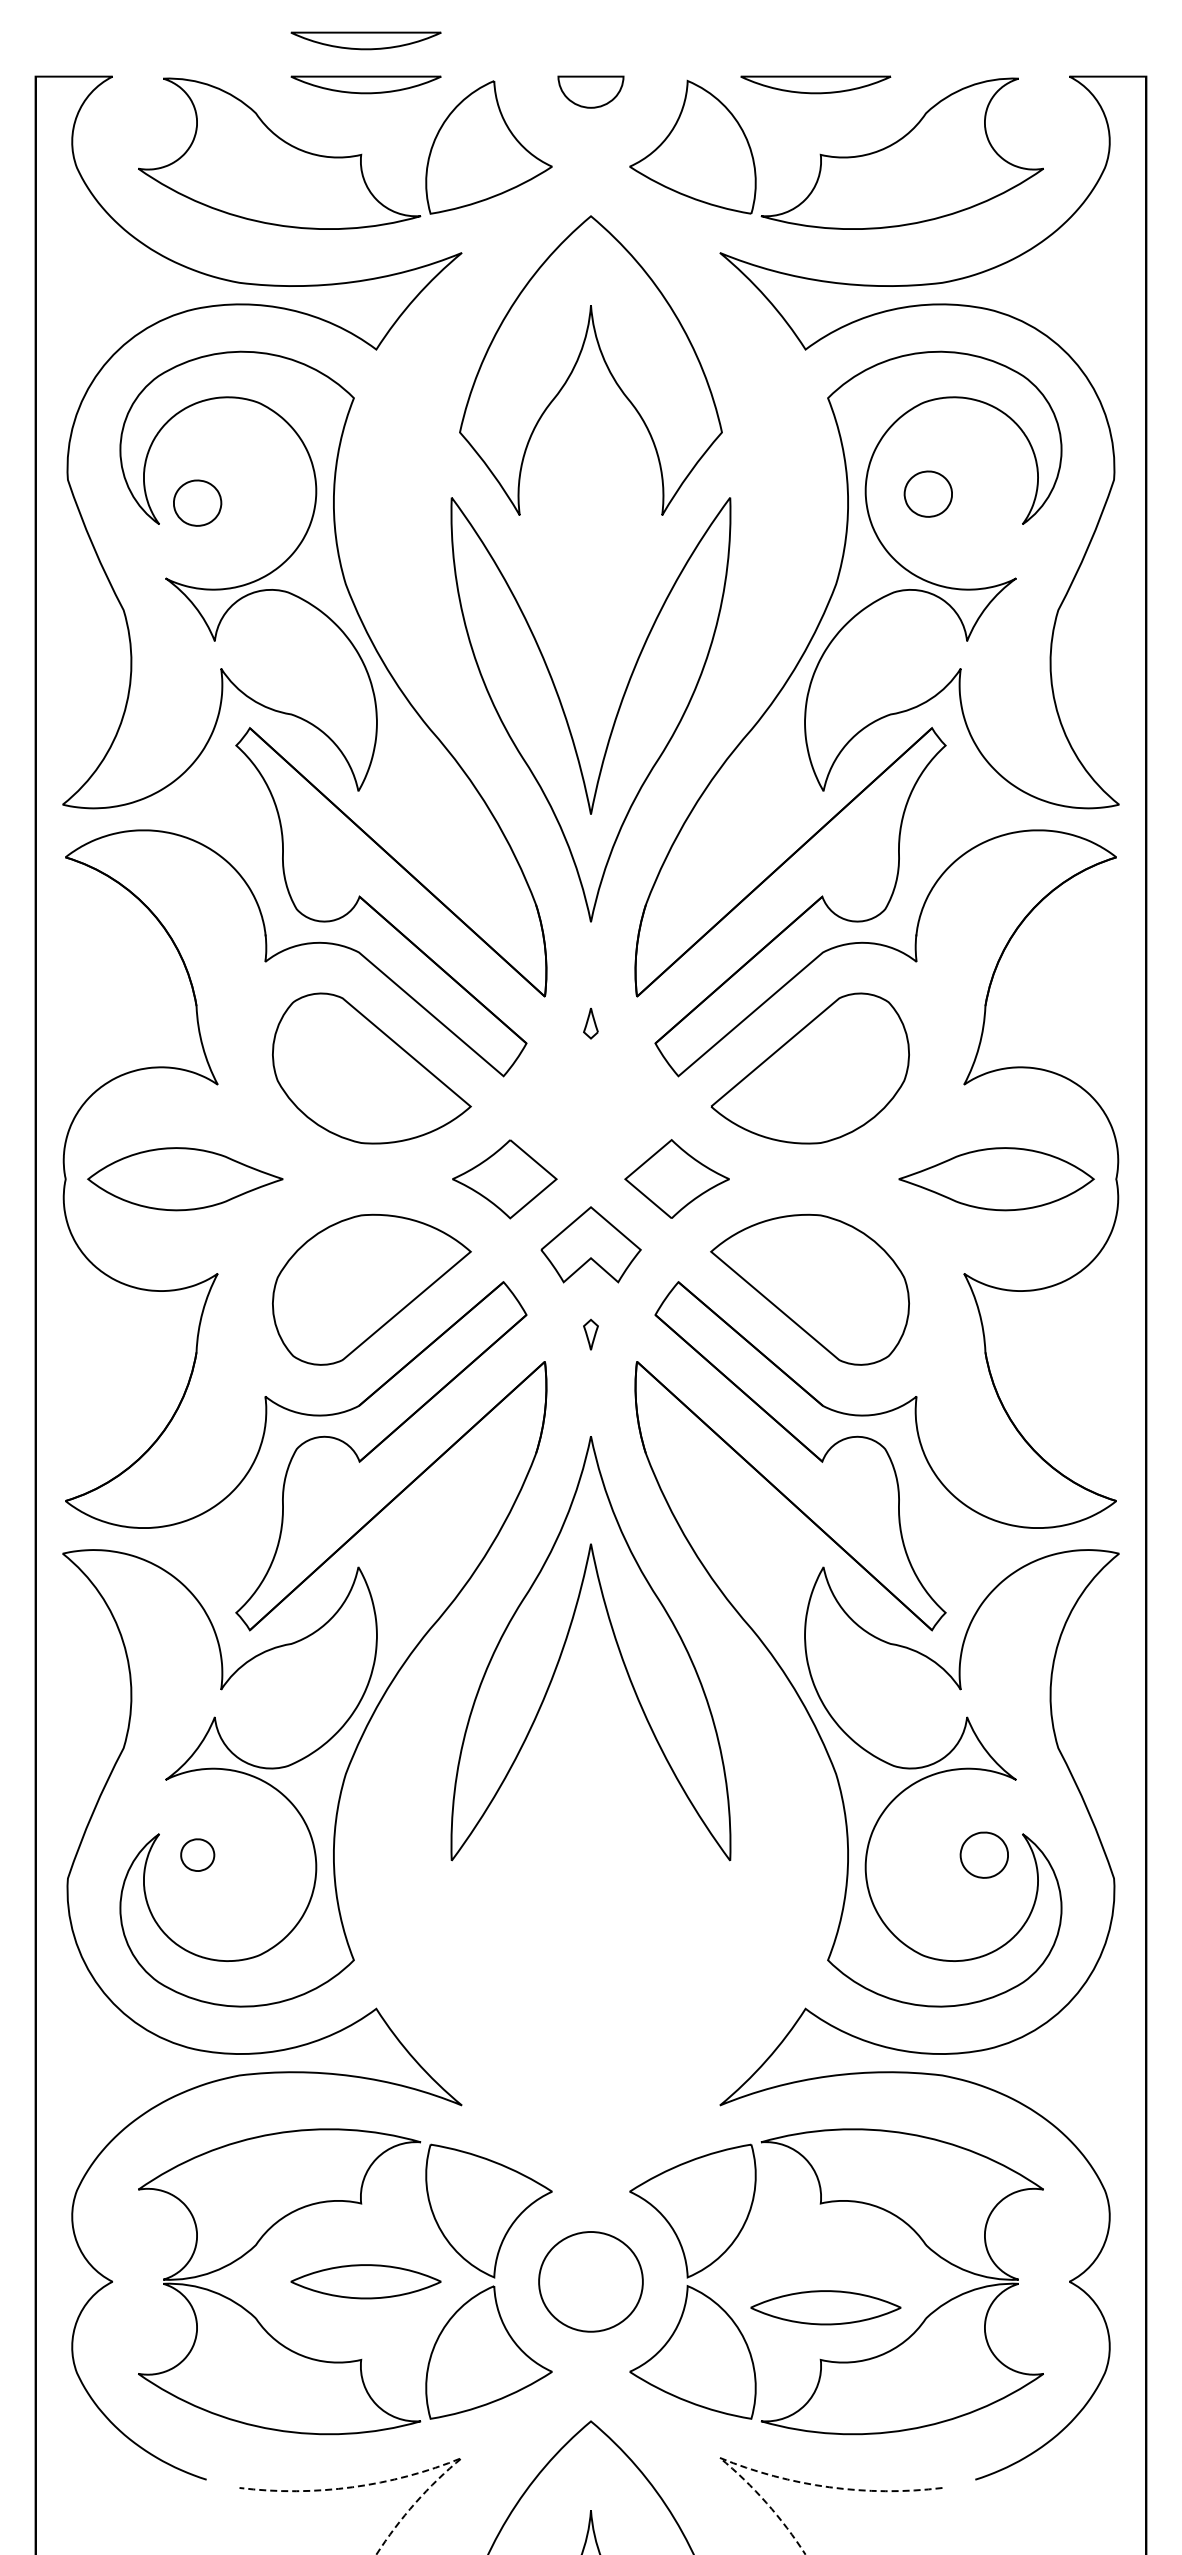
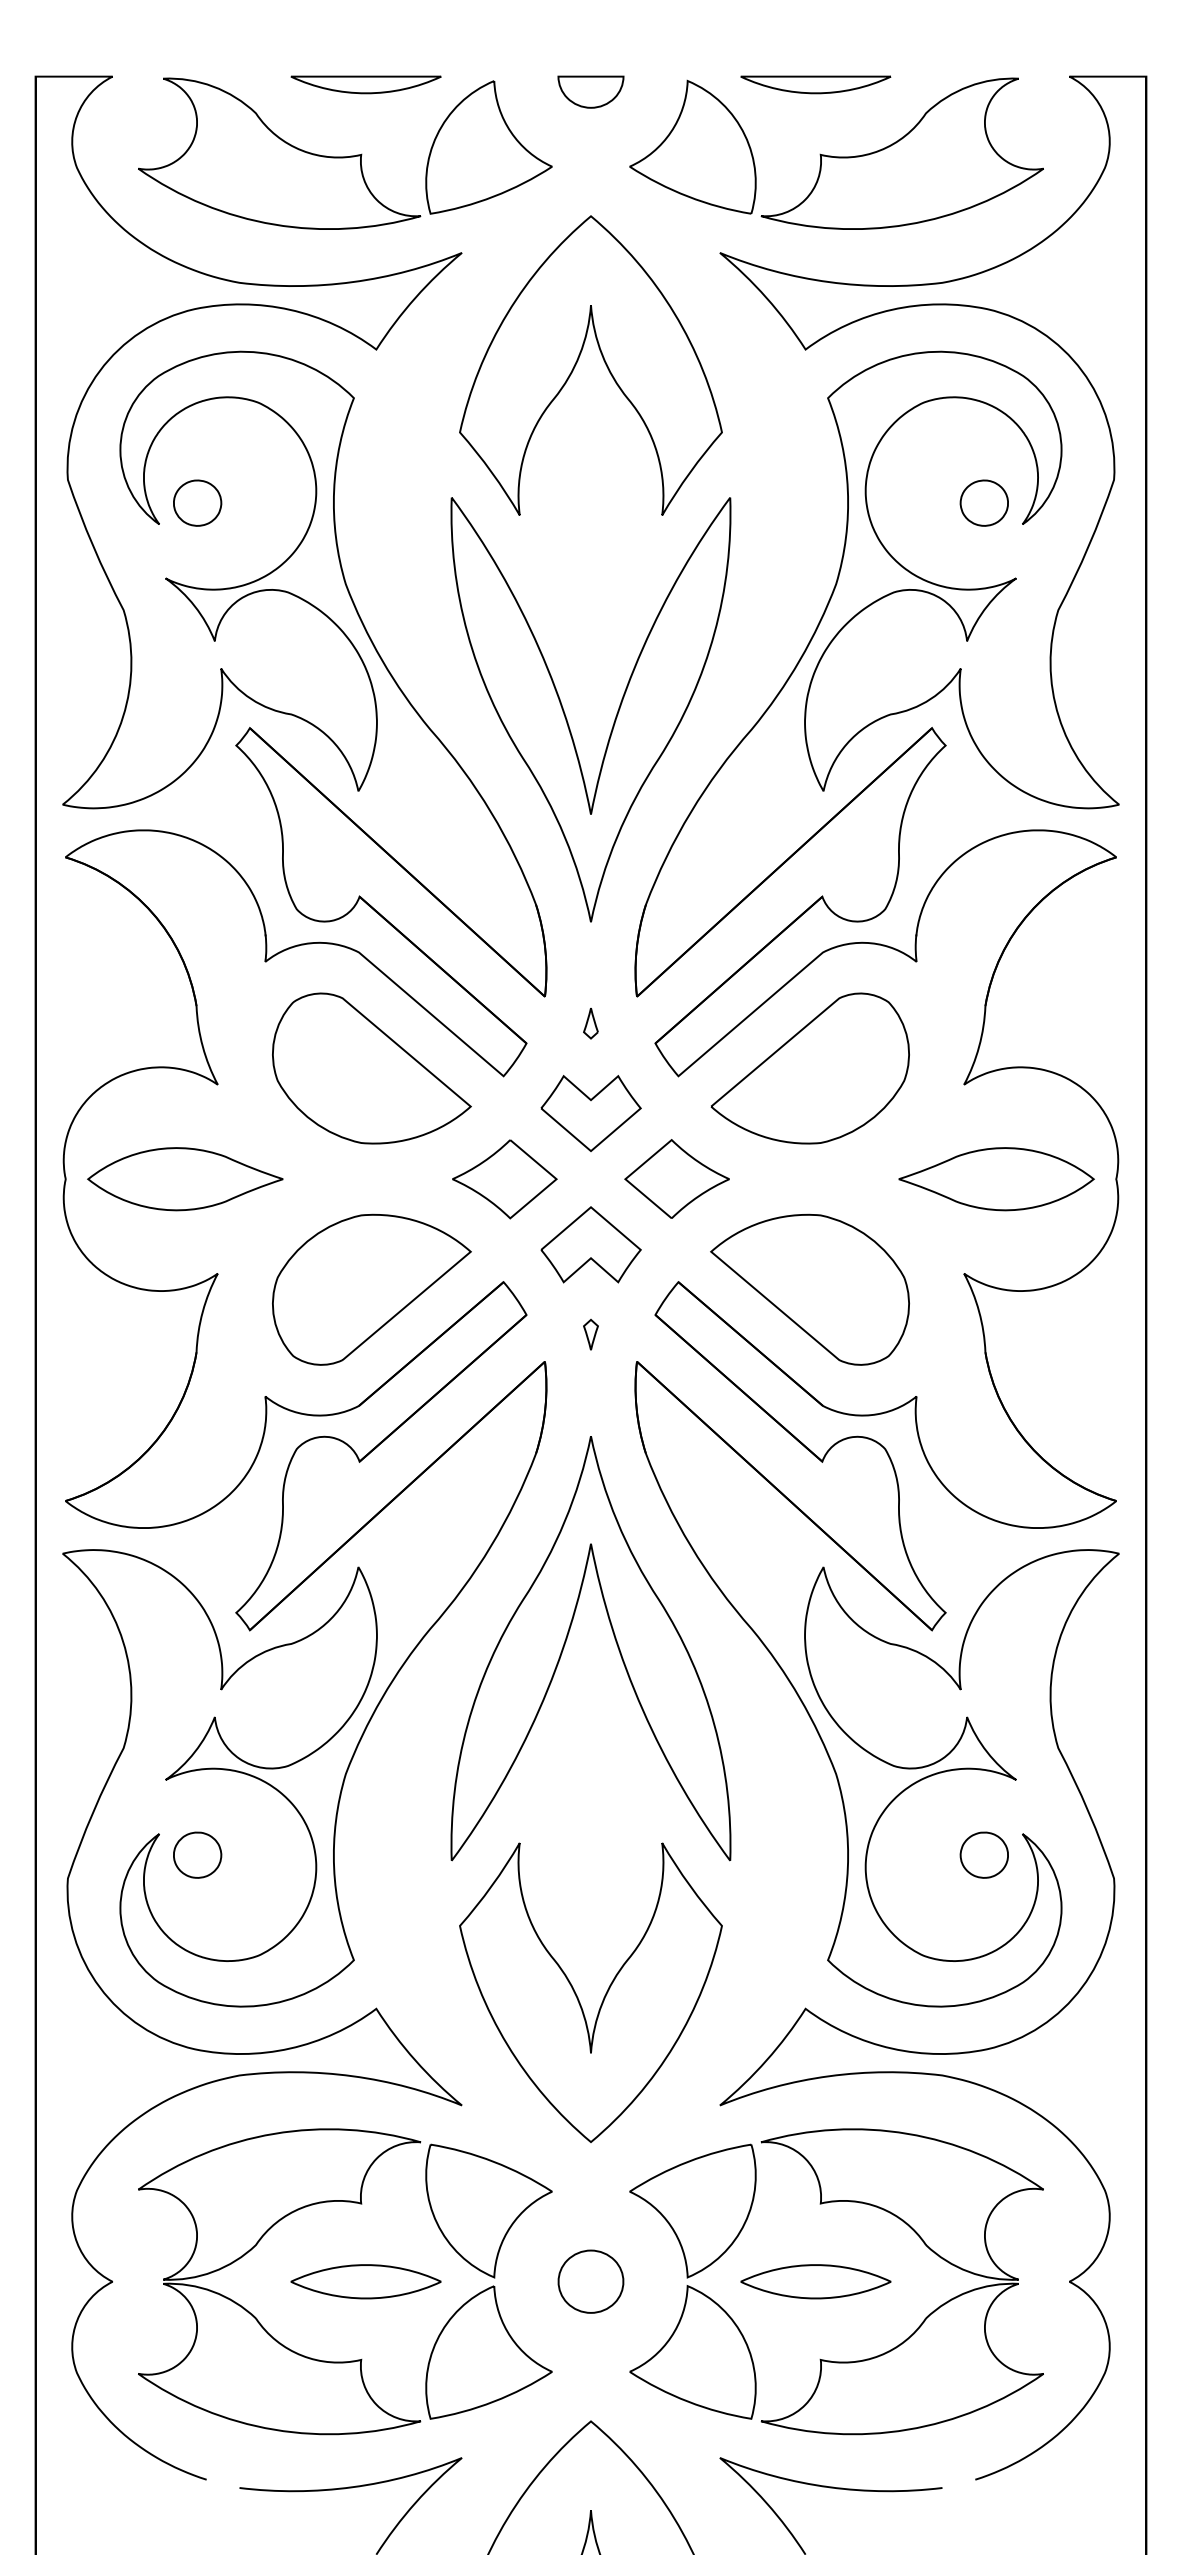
part at (365, 40): present -> none
part at (927, 493) position: (927, 493) -> (983, 502)
part at (590, 1113): none -> present
part at (197, 1854) size: 36x34 px -> 50x48 px
part at (578, 1997): none -> present
part at (590, 2281) size: 106x102 px -> 68x65 px
part at (825, 2307) position: (825, 2307) -> (815, 2281)
line at (414, 2474): dashed -> solid
line at (766, 2474): dashed -> solid
